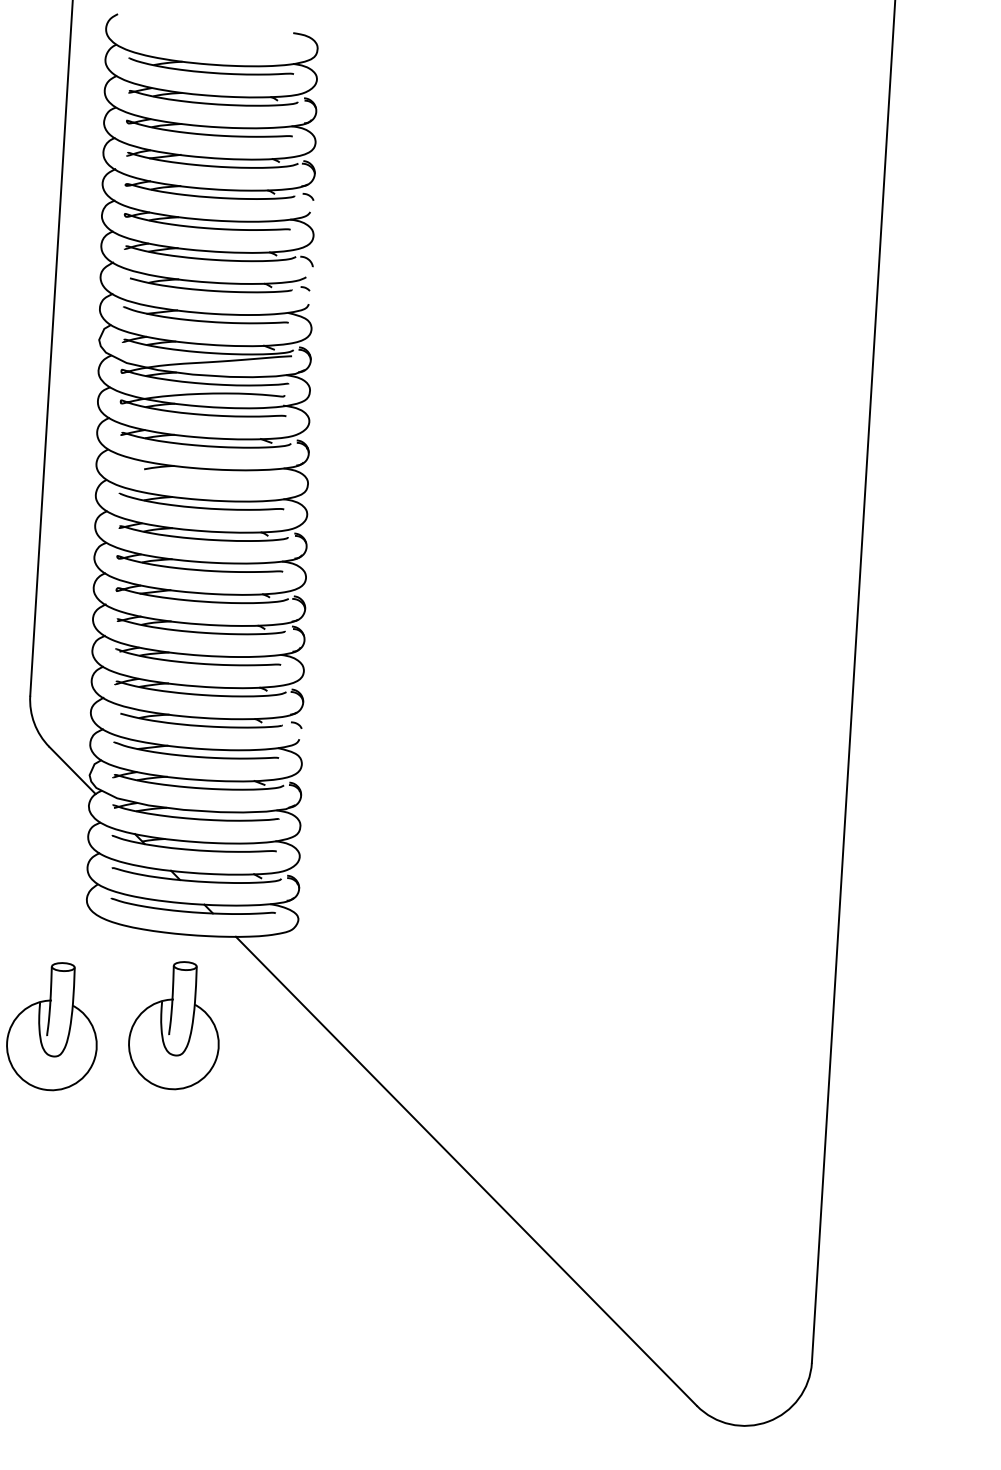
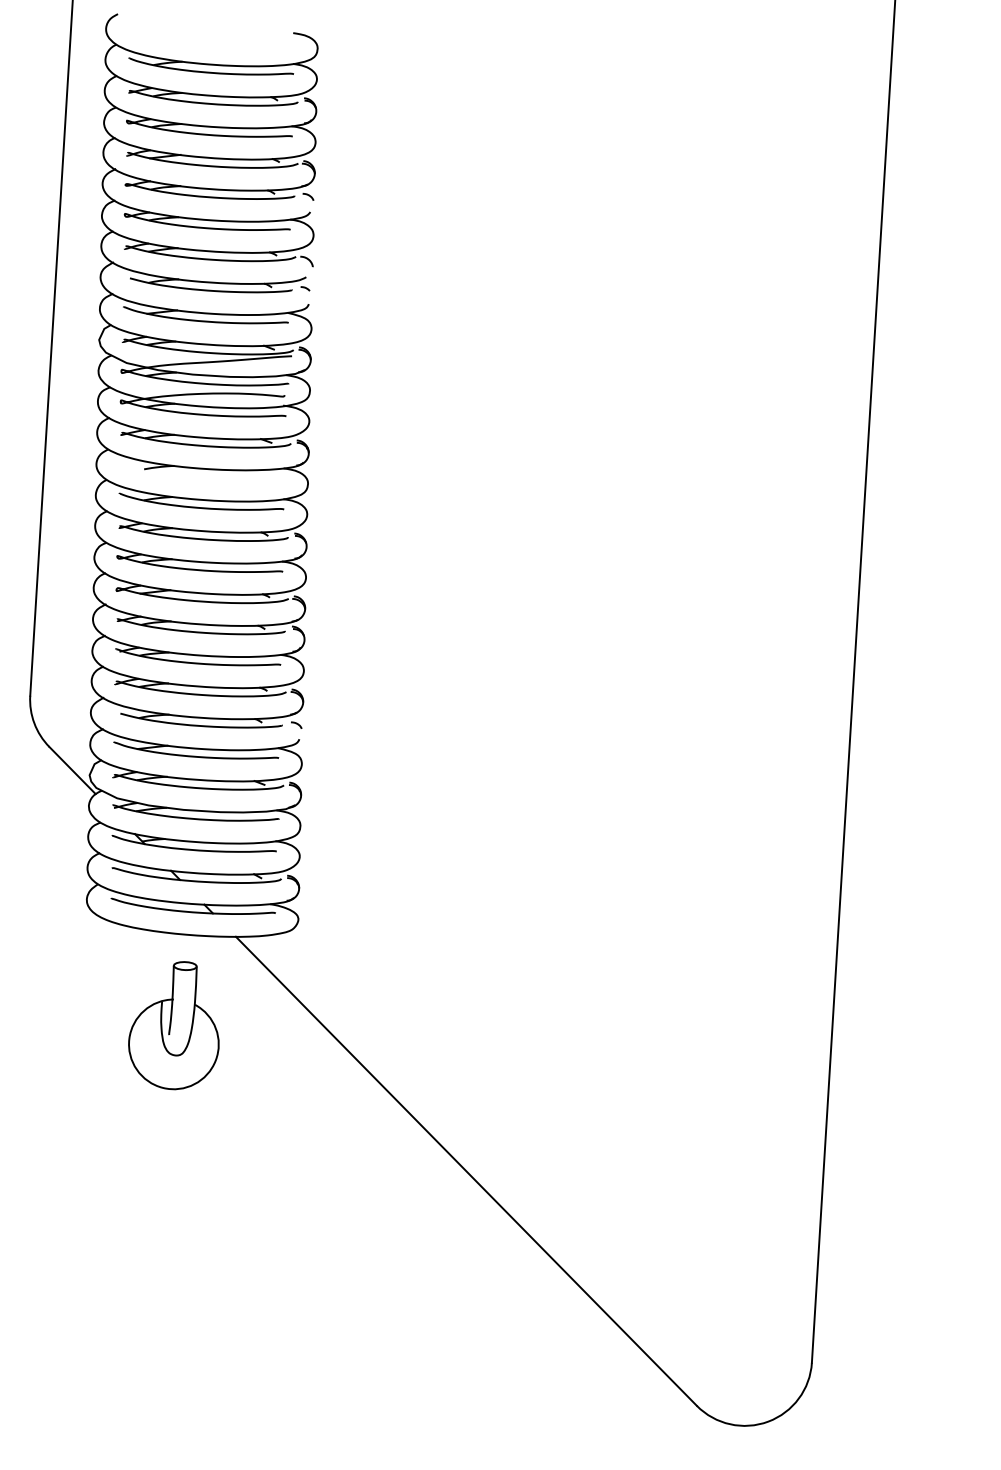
part at (51, 1026): present -> none
